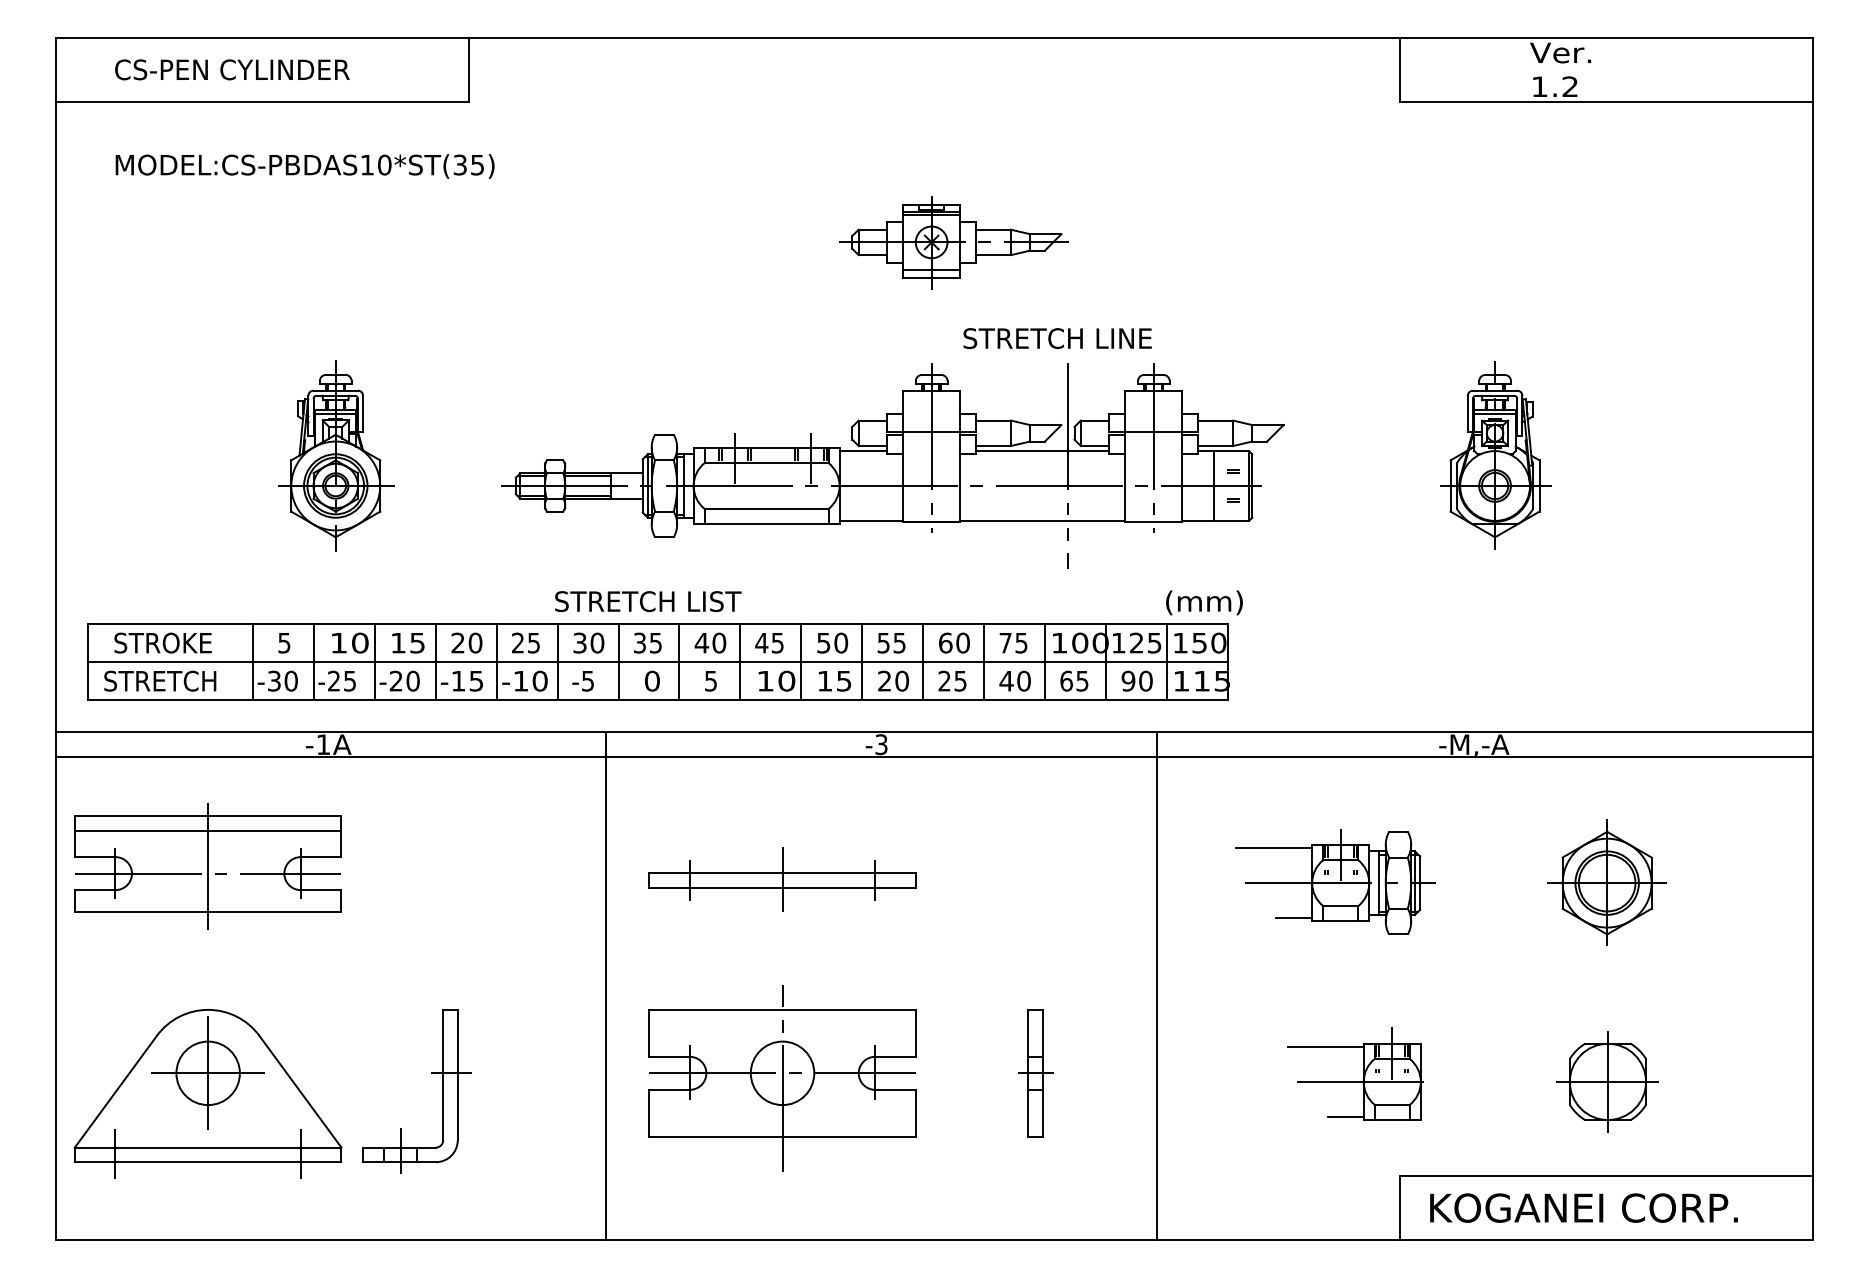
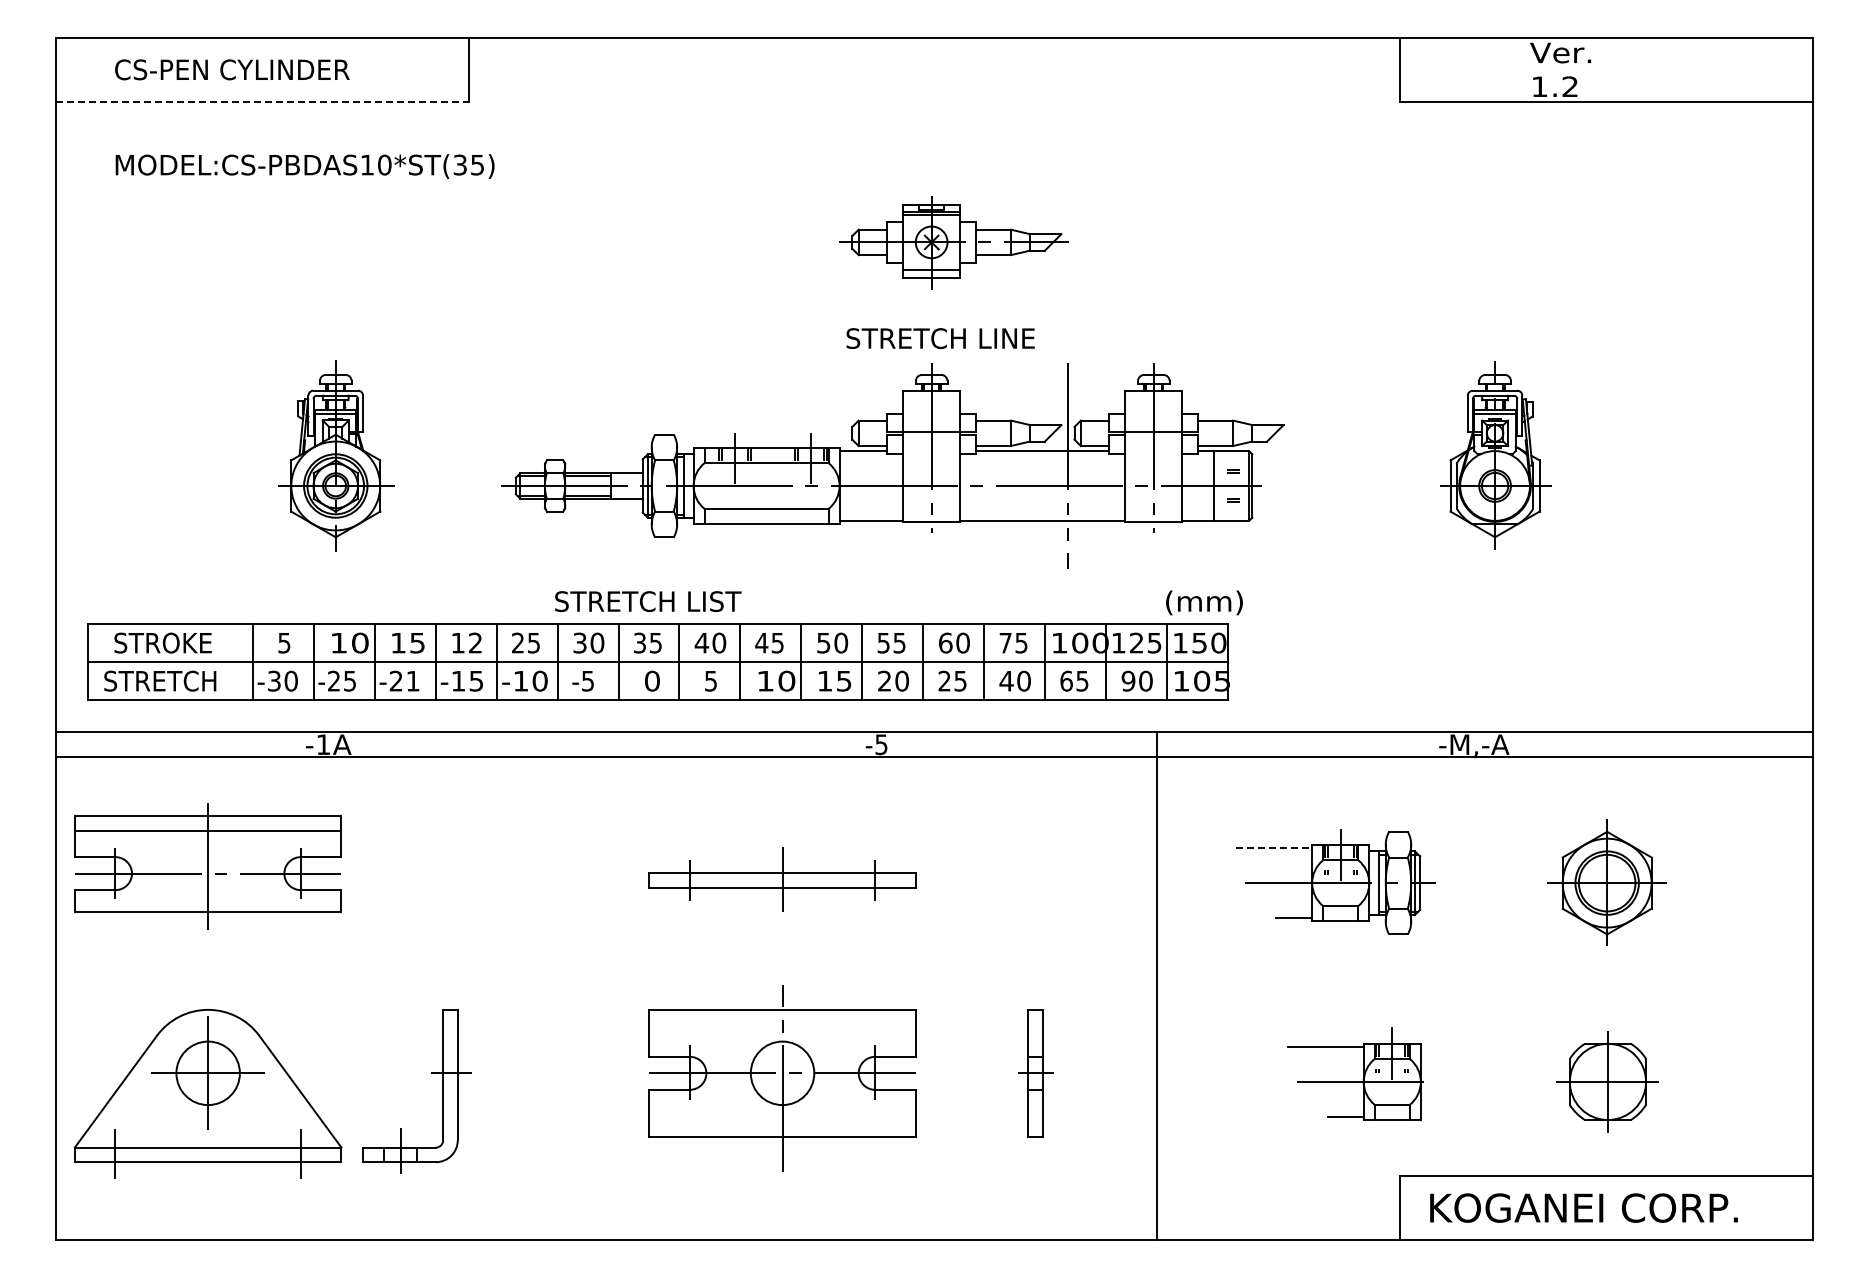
line at (262, 101): solid -> dashed
text at (1057, 338) position: (1057, 338) -> (940, 338)
text at (466, 642): 20 -> 12
text at (412, 680): -20 -> -21
text at (1202, 680): 115 -> 105
text at (881, 744): -3 -> -5
line at (1274, 848): solid -> dashed
line at (606, 985): present -> none
